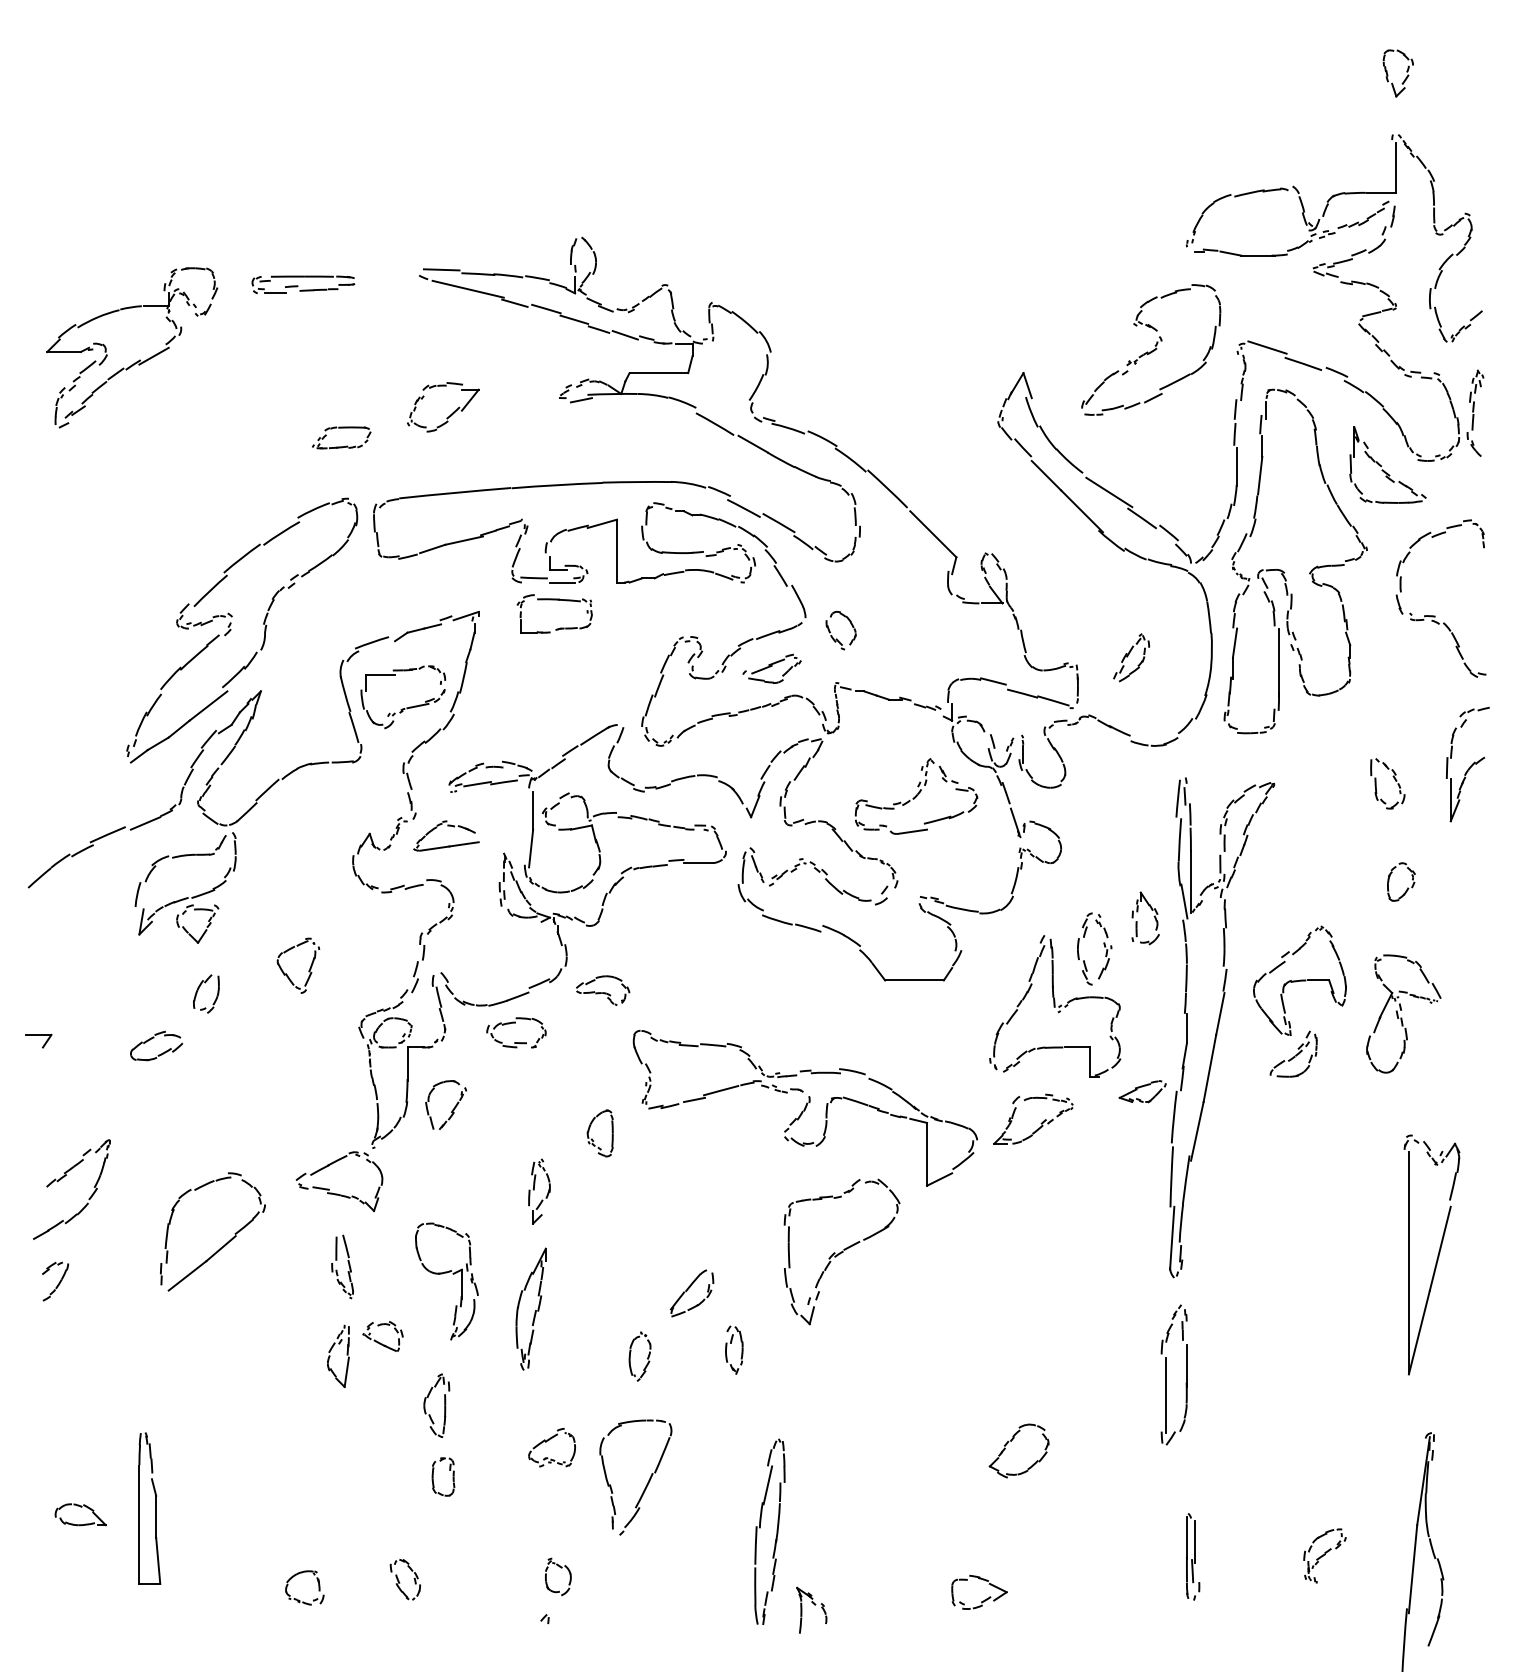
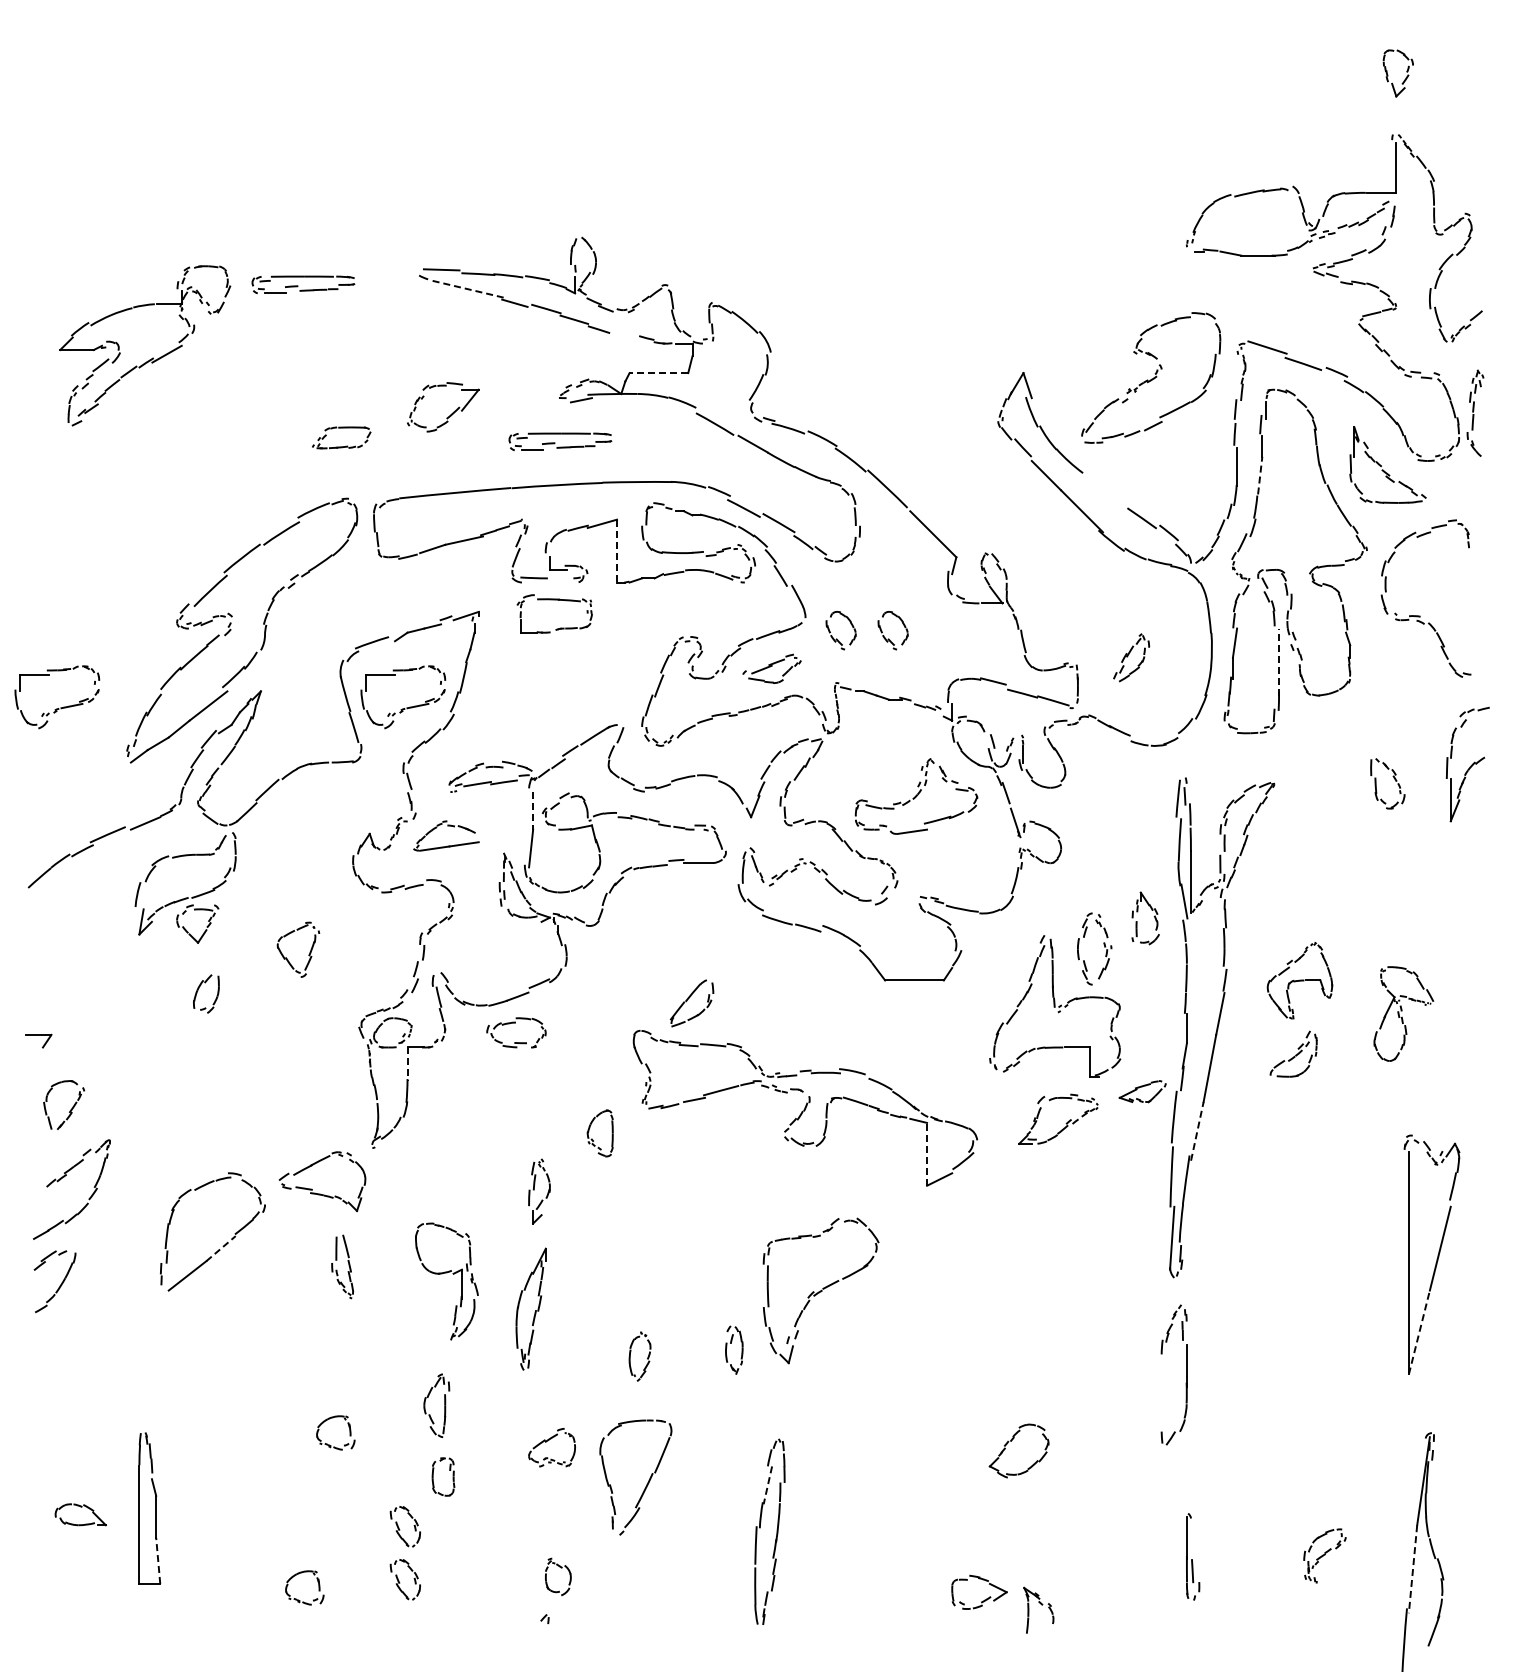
line at (468, 289): solid -> dashed
line at (624, 335): present -> none
part at (1151, 349) position: (1151, 349) -> (1151, 377)
part at (139, 359) position: (139, 359) -> (152, 357)
line at (658, 373): solid -> dashed
part at (560, 441): none -> present
line at (1260, 475): solid -> dashed
line at (1109, 492): present -> none
line at (617, 551): solid -> dashed
line at (562, 582): present -> none
part at (1435, 615) position: (1435, 615) -> (1420, 615)
part at (889, 638): none -> present
line at (1279, 662): solid -> dashed
part at (60, 707): none -> present
line at (533, 810): solid -> dashed
part at (1407, 887): present -> none
part at (308, 970) position: (308, 970) -> (308, 954)
part at (1299, 980) size: 94x111 px -> 68x78 px
part at (603, 990): present -> none
part at (1403, 1013) size: 76x120 px -> 62x96 px
part at (153, 1038): present -> none
line at (407, 1064): solid -> dashed
part at (452, 1109) position: (452, 1109) -> (70, 1109)
part at (1040, 1123) position: (1040, 1123) -> (1065, 1123)
line at (1197, 1130): solid -> dashed
line at (927, 1153): solid -> dashed
part at (337, 1193) position: (337, 1193) -> (320, 1193)
line at (221, 1248): solid -> dashed
part at (841, 1251) position: (841, 1251) -> (820, 1290)
part at (55, 1281) size: 28x41 px -> 44x64 px
part at (691, 1293) position: (691, 1293) -> (691, 1003)
line at (1419, 1332): solid -> dashed
part at (380, 1342): present -> none
part at (330, 1355): present -> none
line at (1165, 1395): present -> none
part at (329, 1444): none -> present
line at (767, 1485): solid -> dashed
part at (404, 1526): none -> present
line at (1195, 1541): present -> none
line at (158, 1560): solid -> dashed
line at (1412, 1569): solid -> dashed
part at (811, 1609) position: (811, 1609) -> (1038, 1609)
